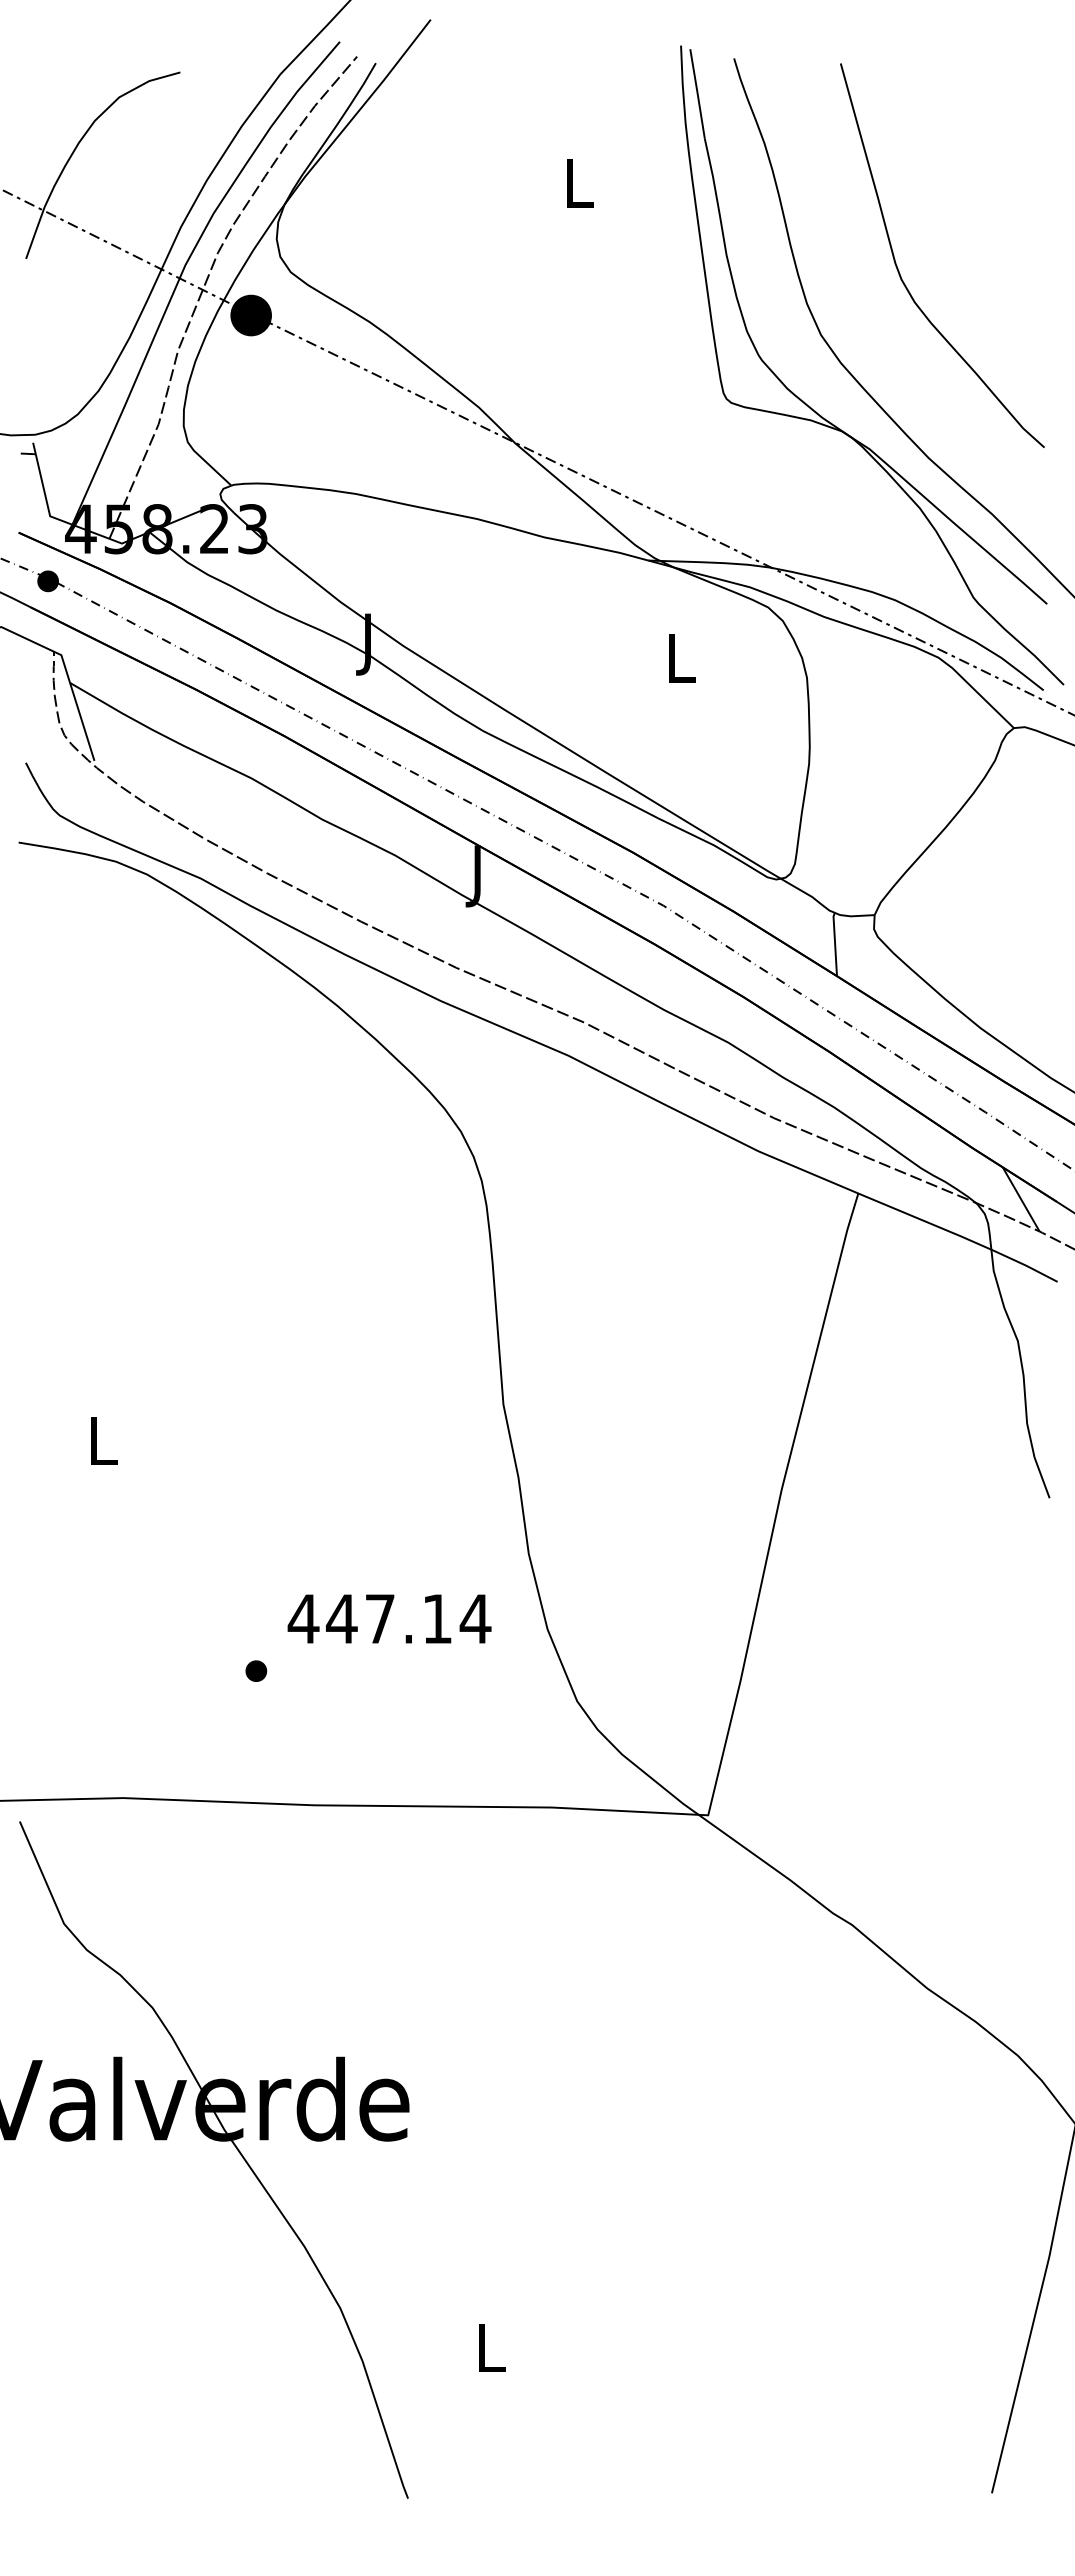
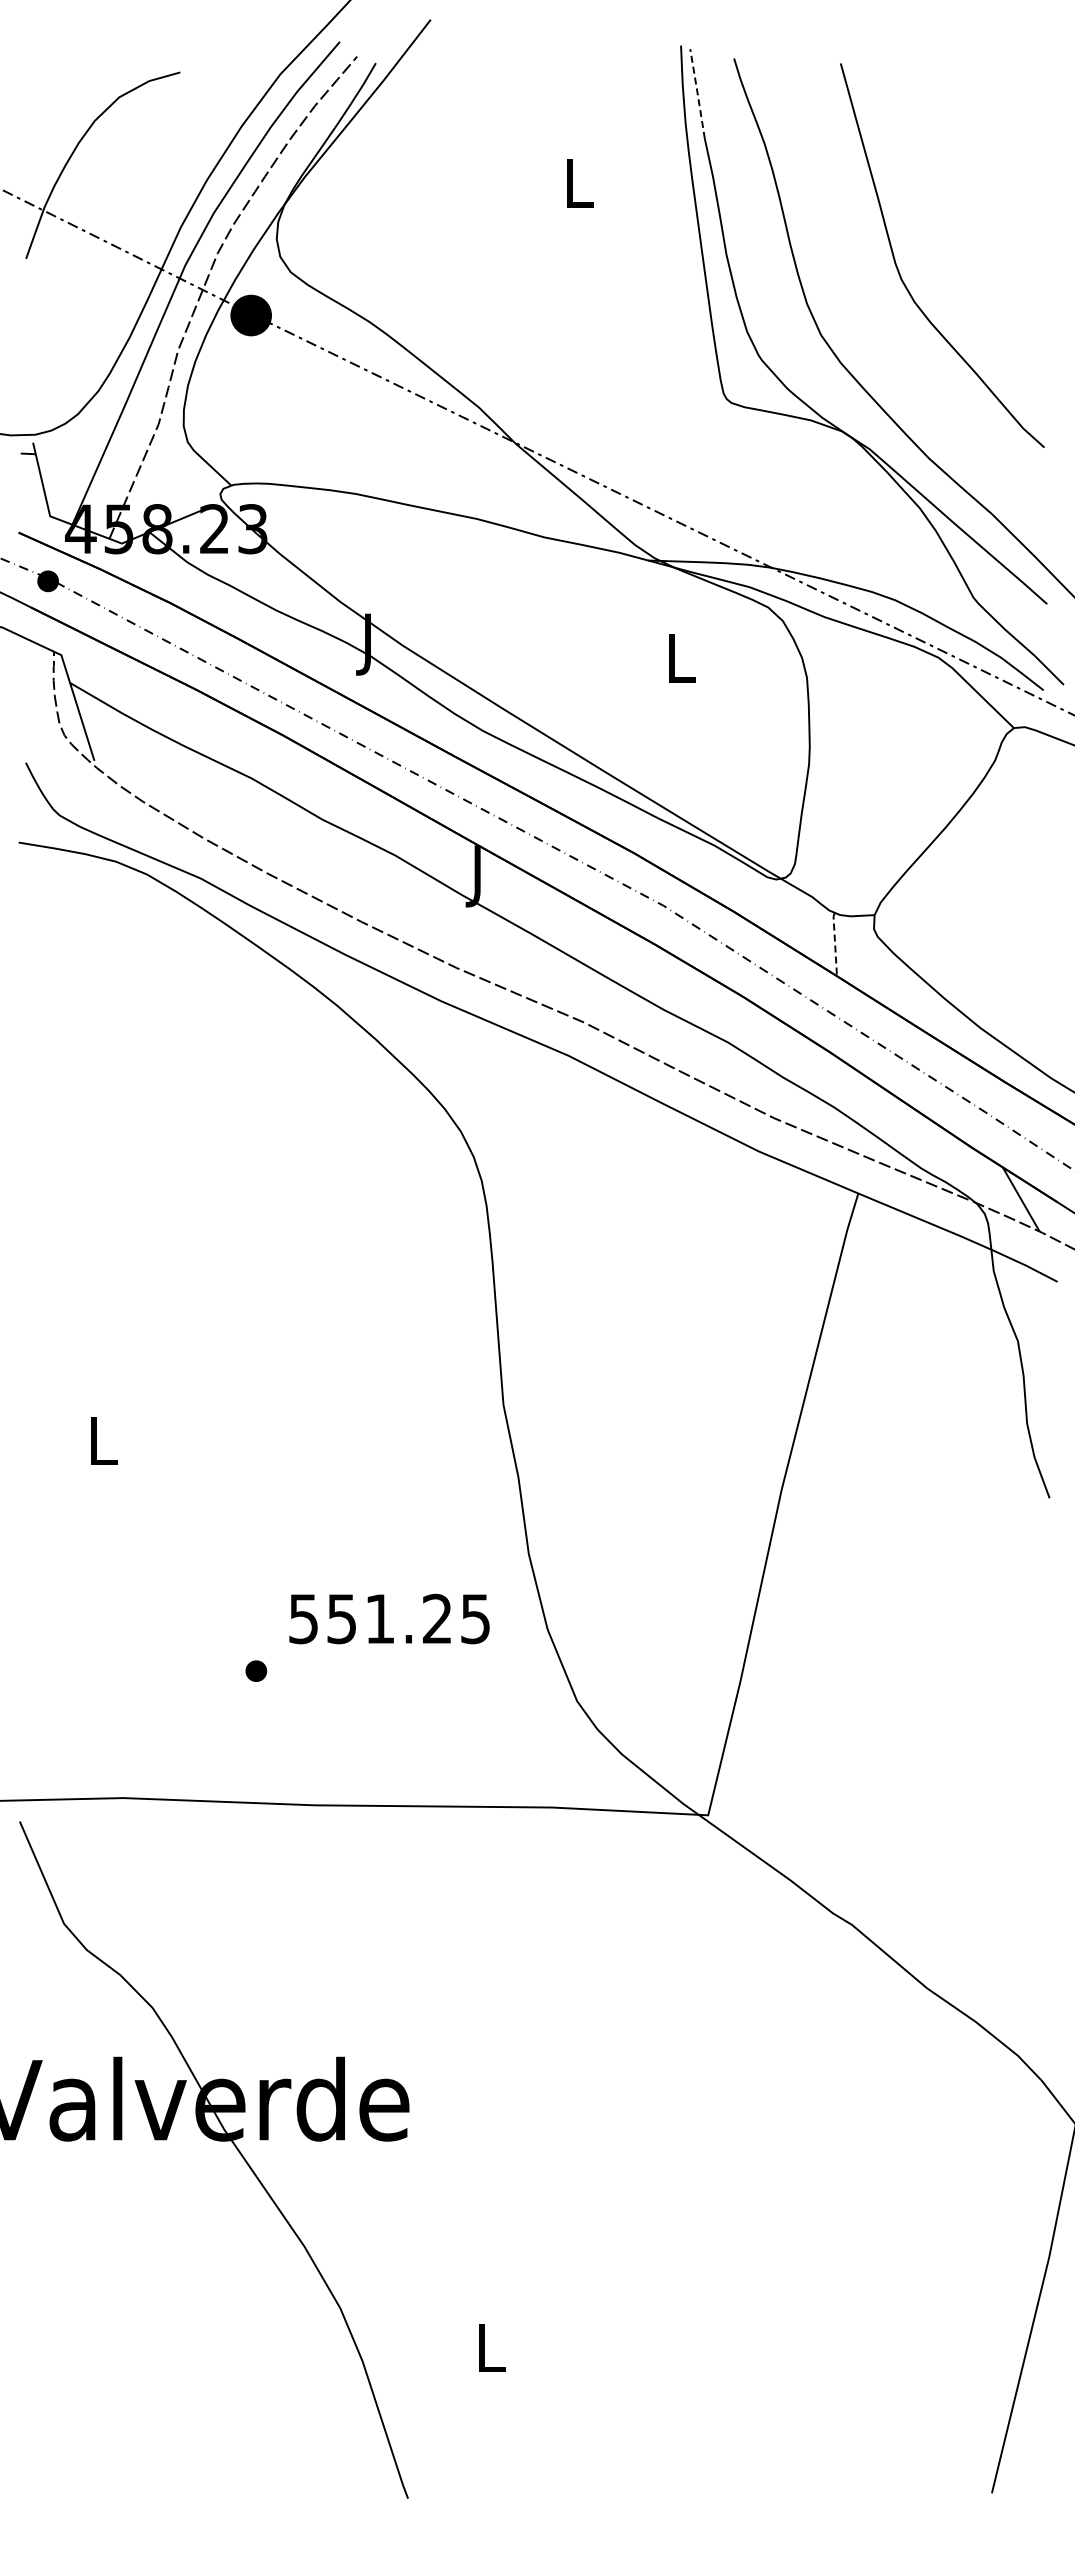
line at (697, 92): solid -> dashed
line at (835, 944): solid -> dashed
text at (389, 1618): 447.14 -> 551.25
